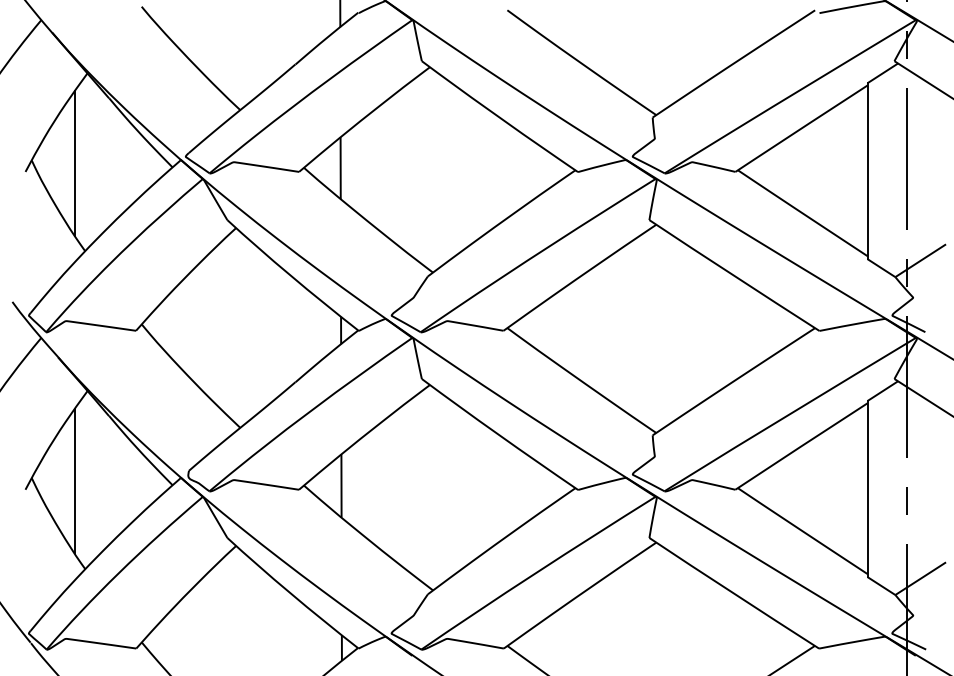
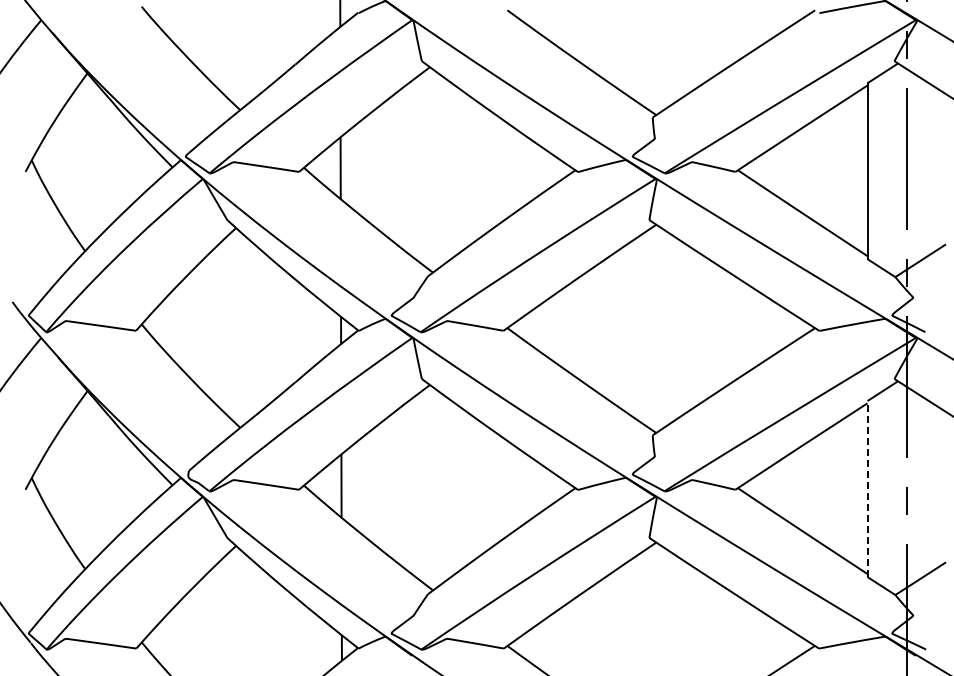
line at (74, 163): present -> none
line at (74, 481): present -> none
line at (867, 488): solid -> dashed
